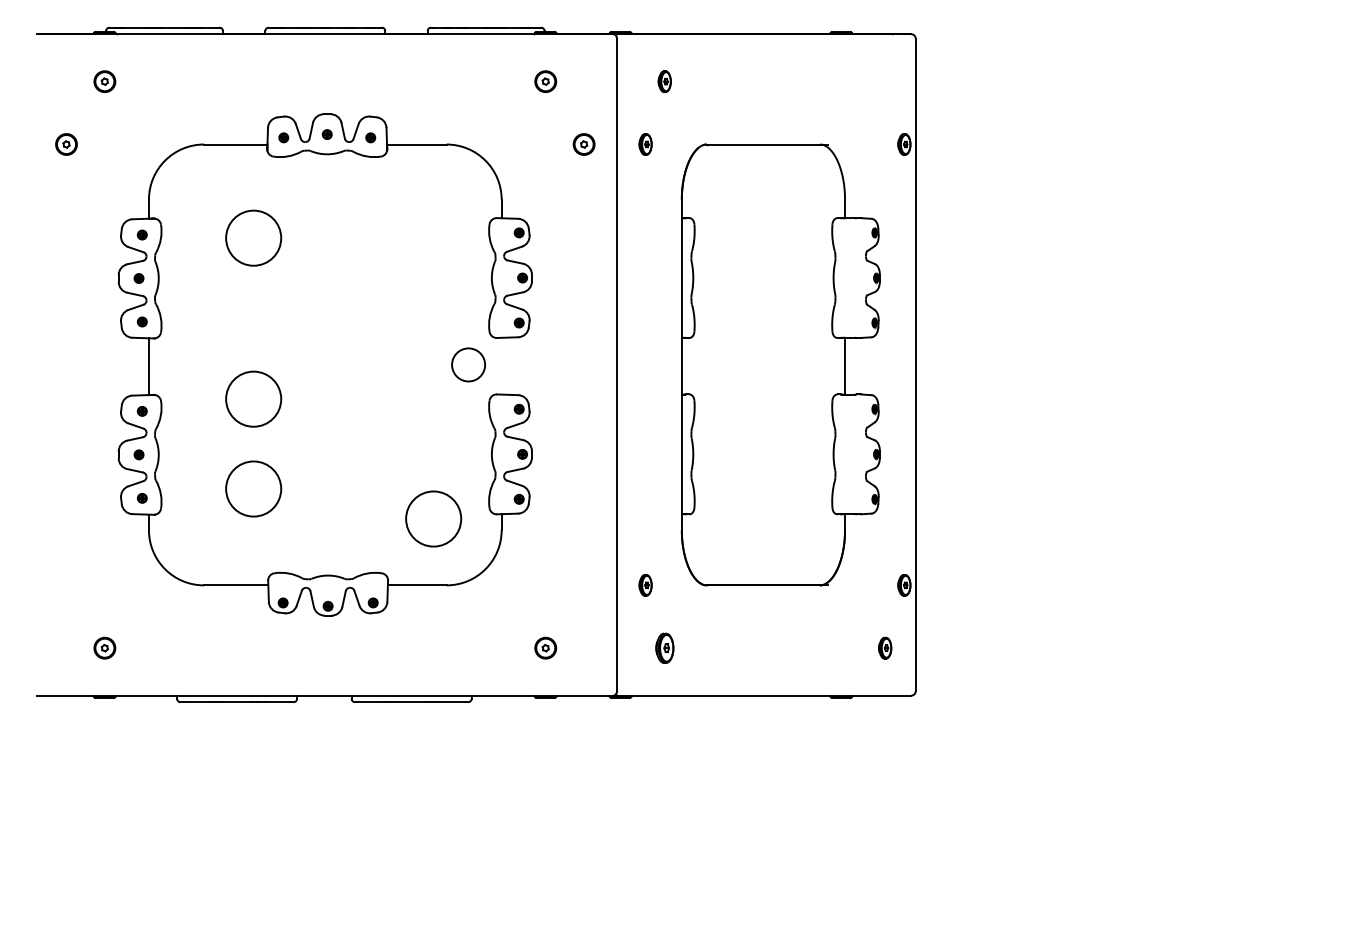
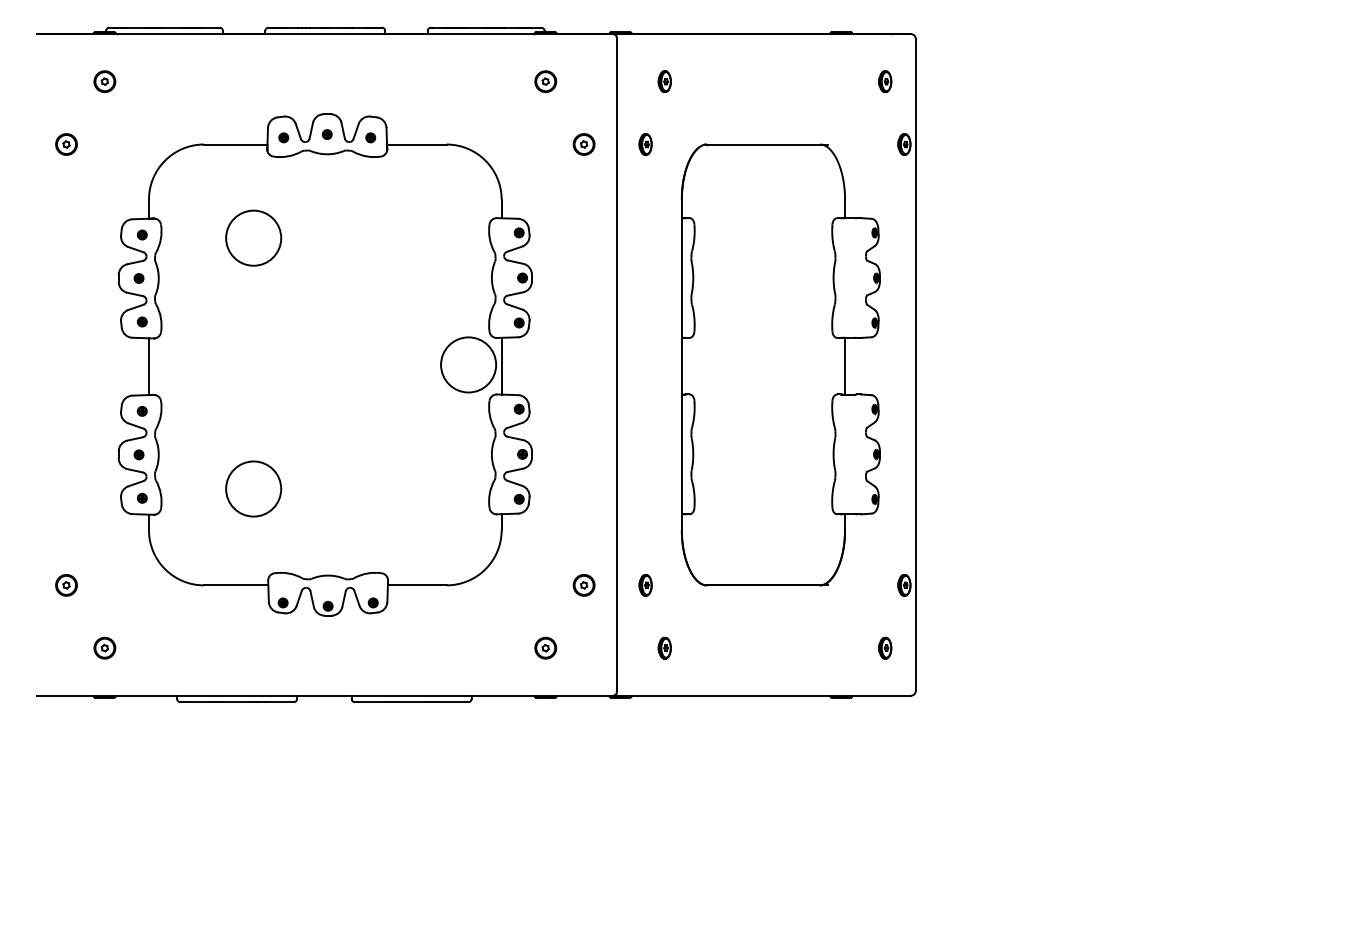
part at (885, 81): none -> present
circle at (468, 364) diameter: 33 px -> 55 px
line at (501, 365): none -> present
circle at (253, 398): present -> none
circle at (433, 518): present -> none
part at (66, 585): none -> present
part at (583, 585): none -> present
part at (664, 647) size: 20x32 px -> 15x24 px
